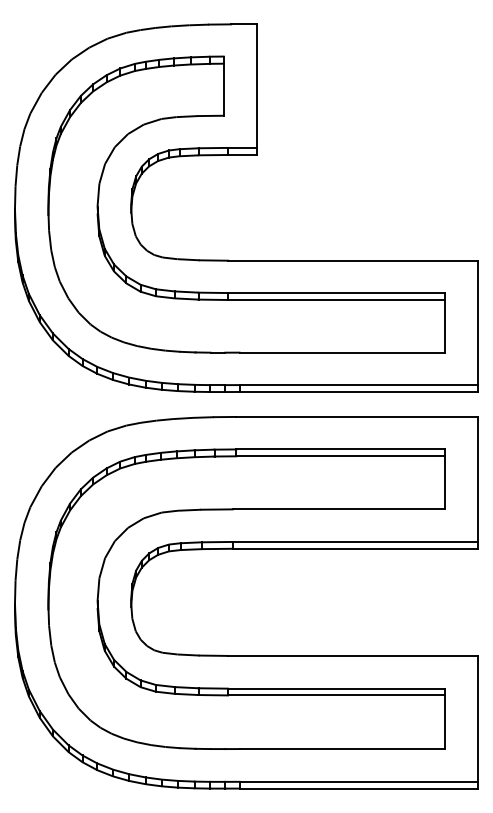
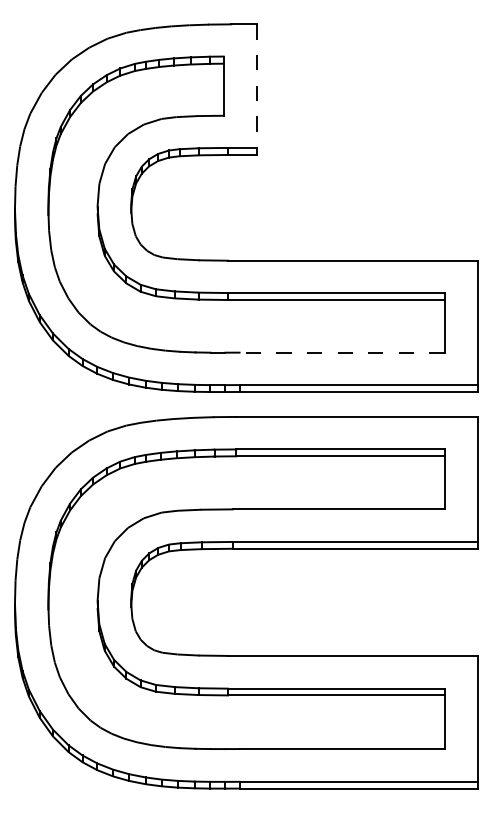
line at (257, 86): solid -> dashed
line at (342, 352): solid -> dashed
